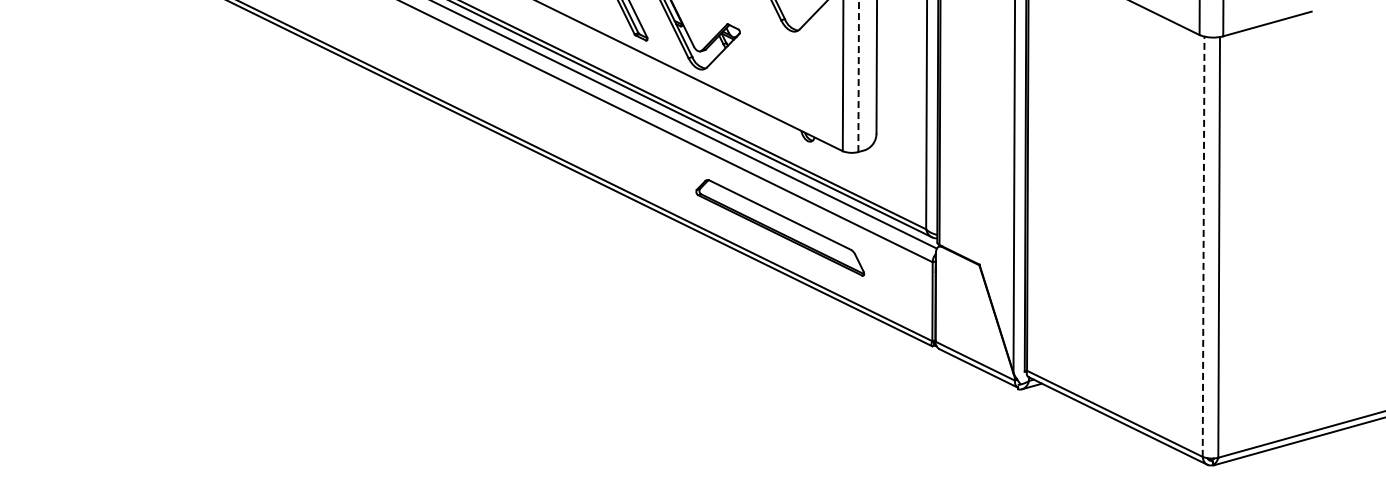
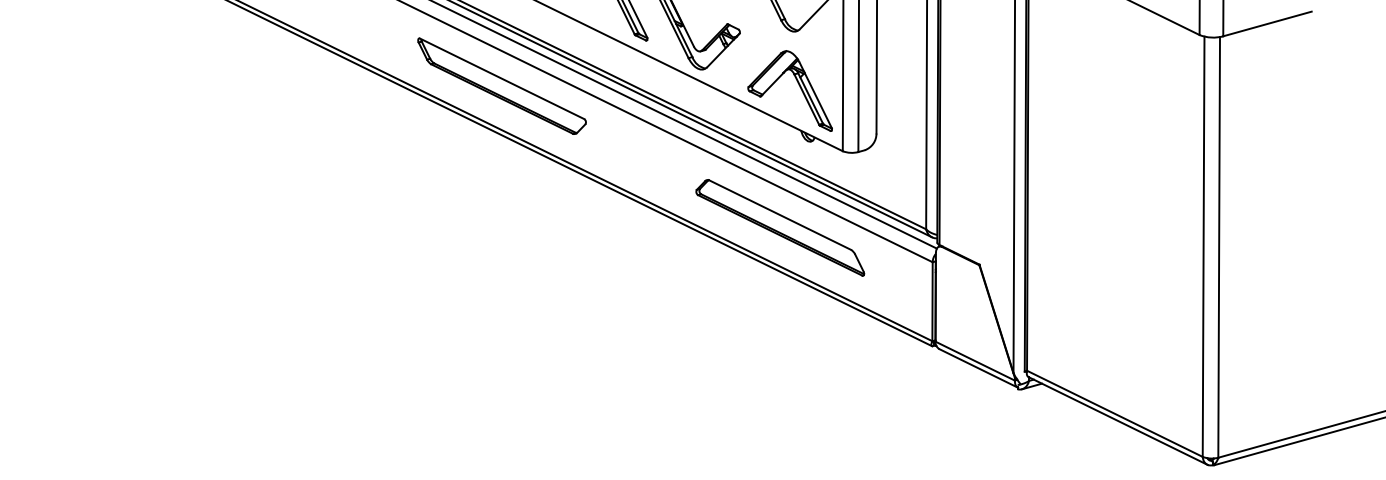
line at (858, 76): dashed -> solid
part at (501, 85): none -> present
part at (798, 85): none -> present
line at (1203, 246): dashed -> solid
